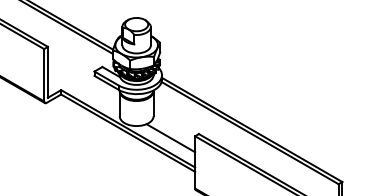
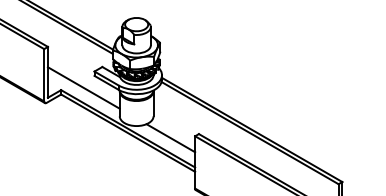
line at (83, 87): none -> present
